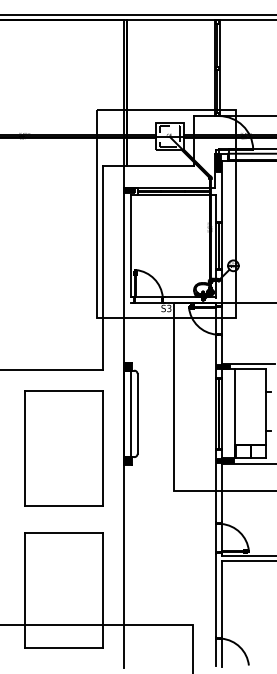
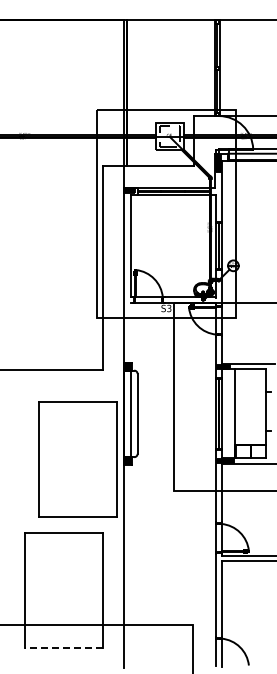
line at (137, 15): present -> none
part at (63, 448) position: (63, 448) -> (77, 459)
line at (63, 647): solid -> dashed
